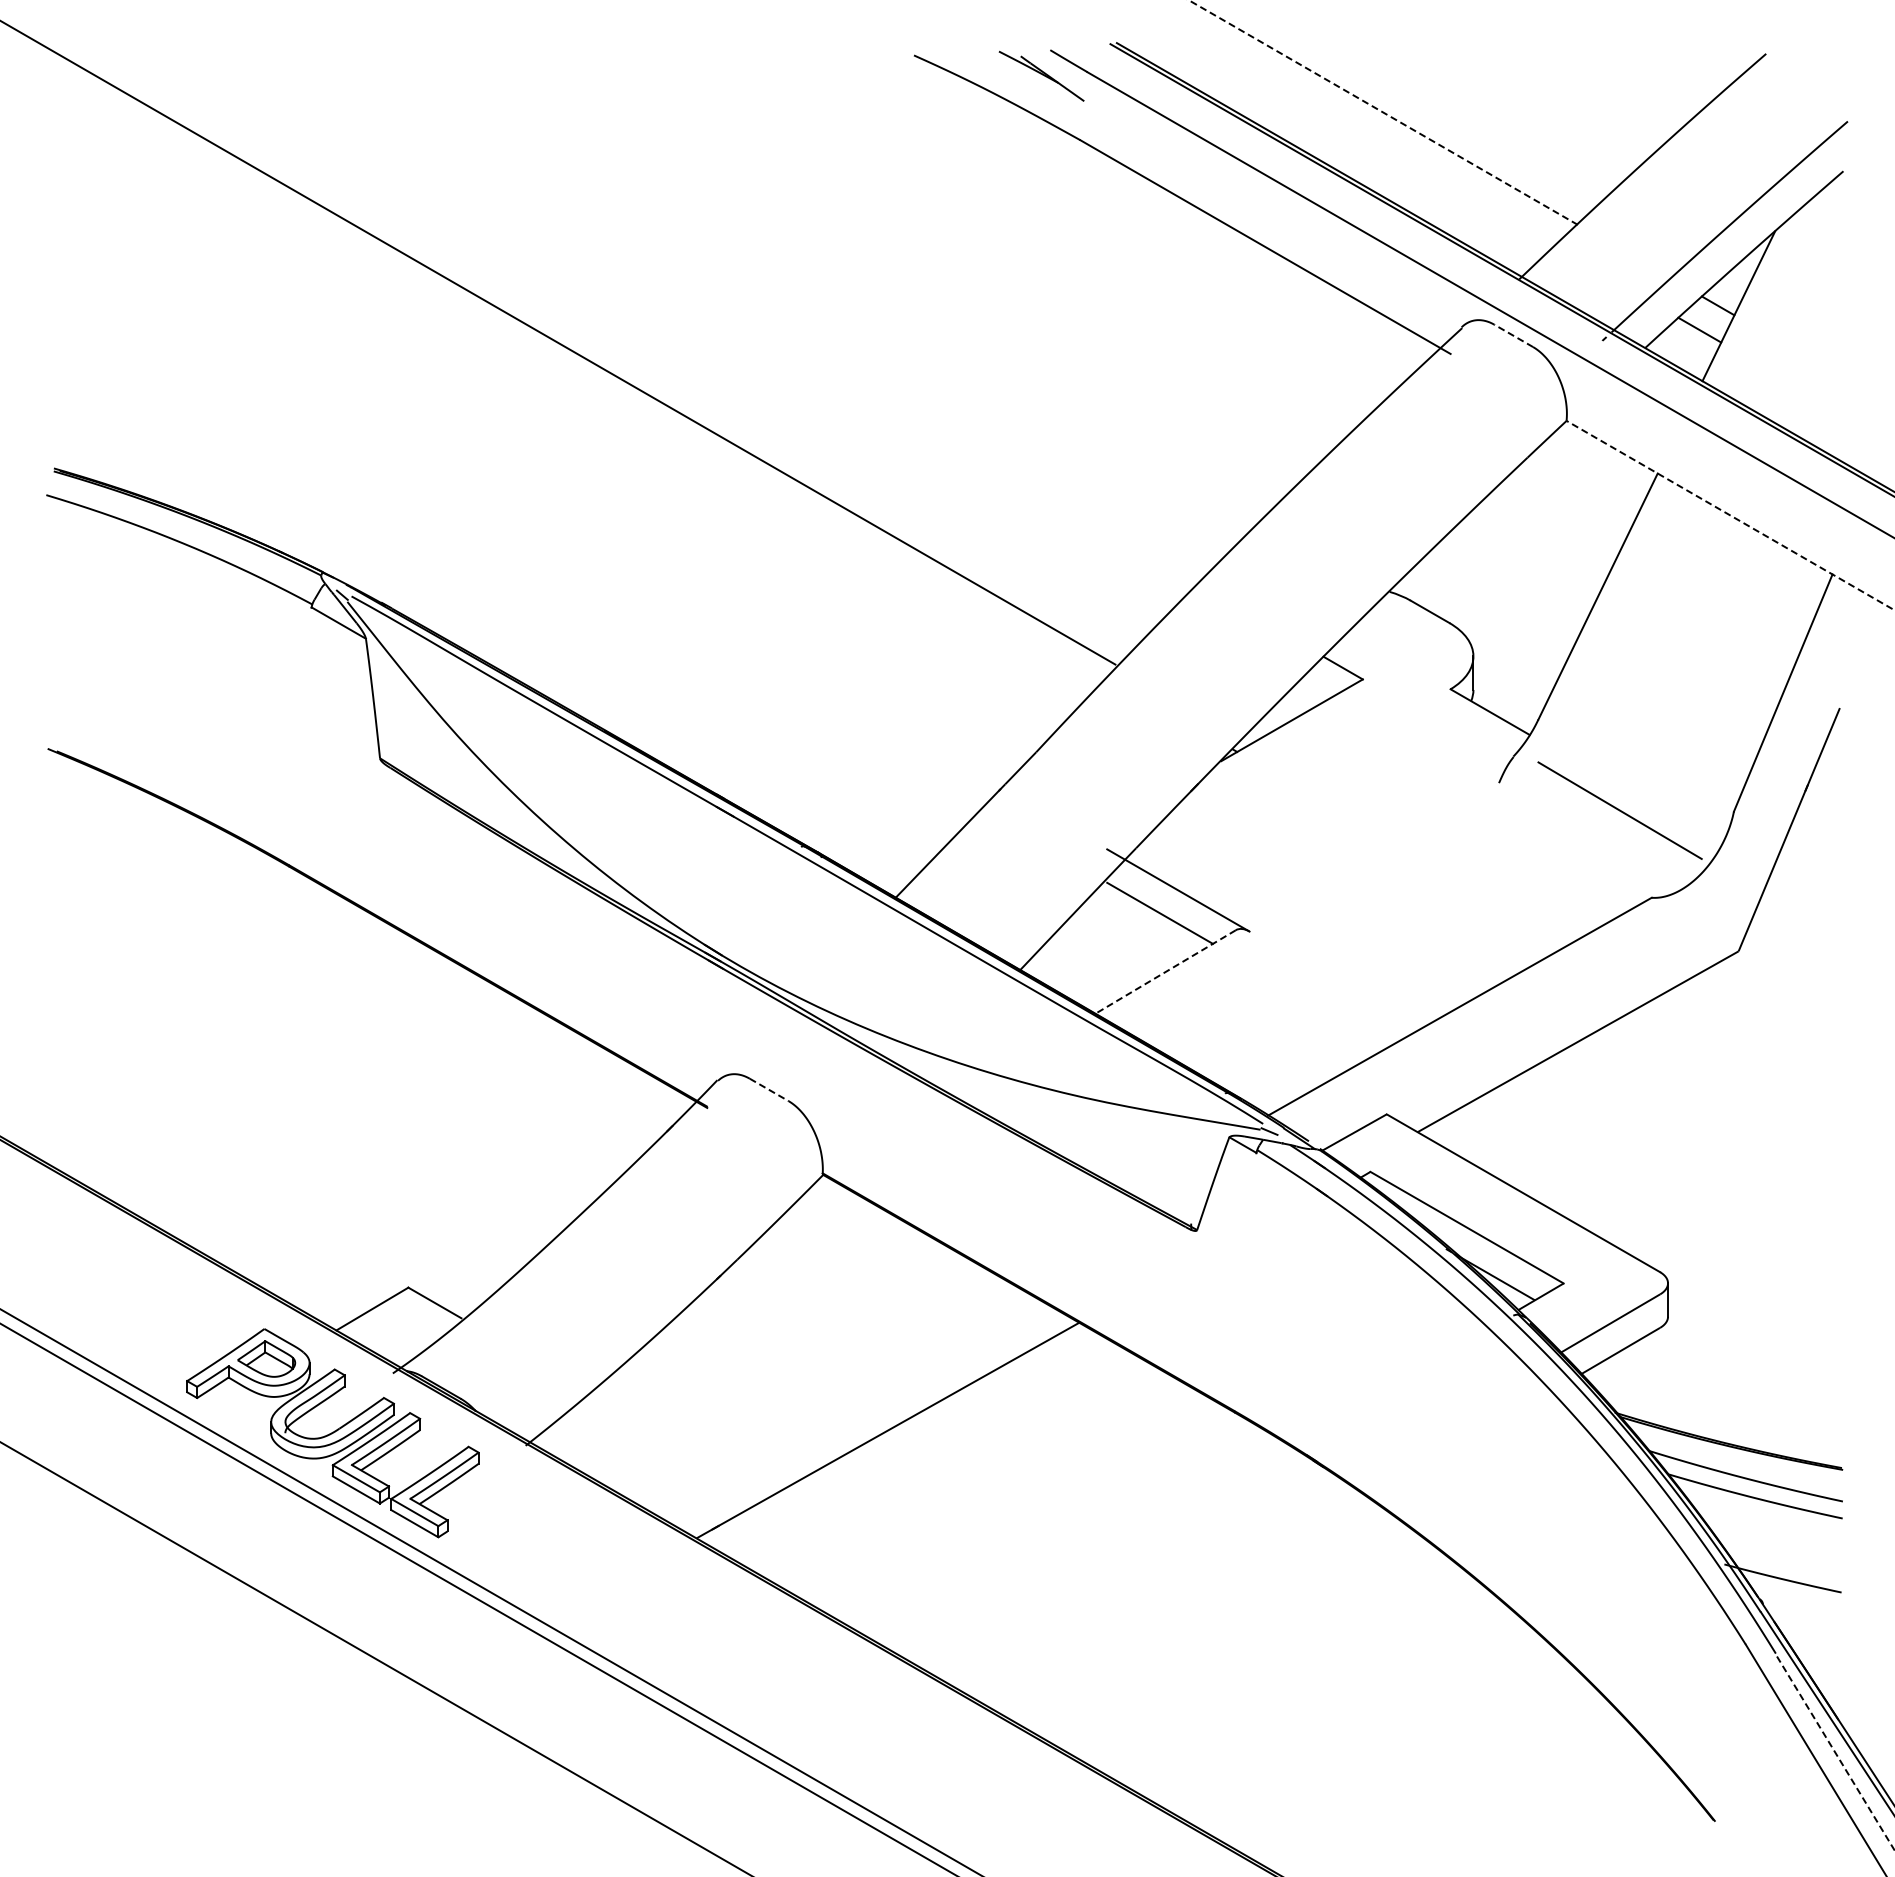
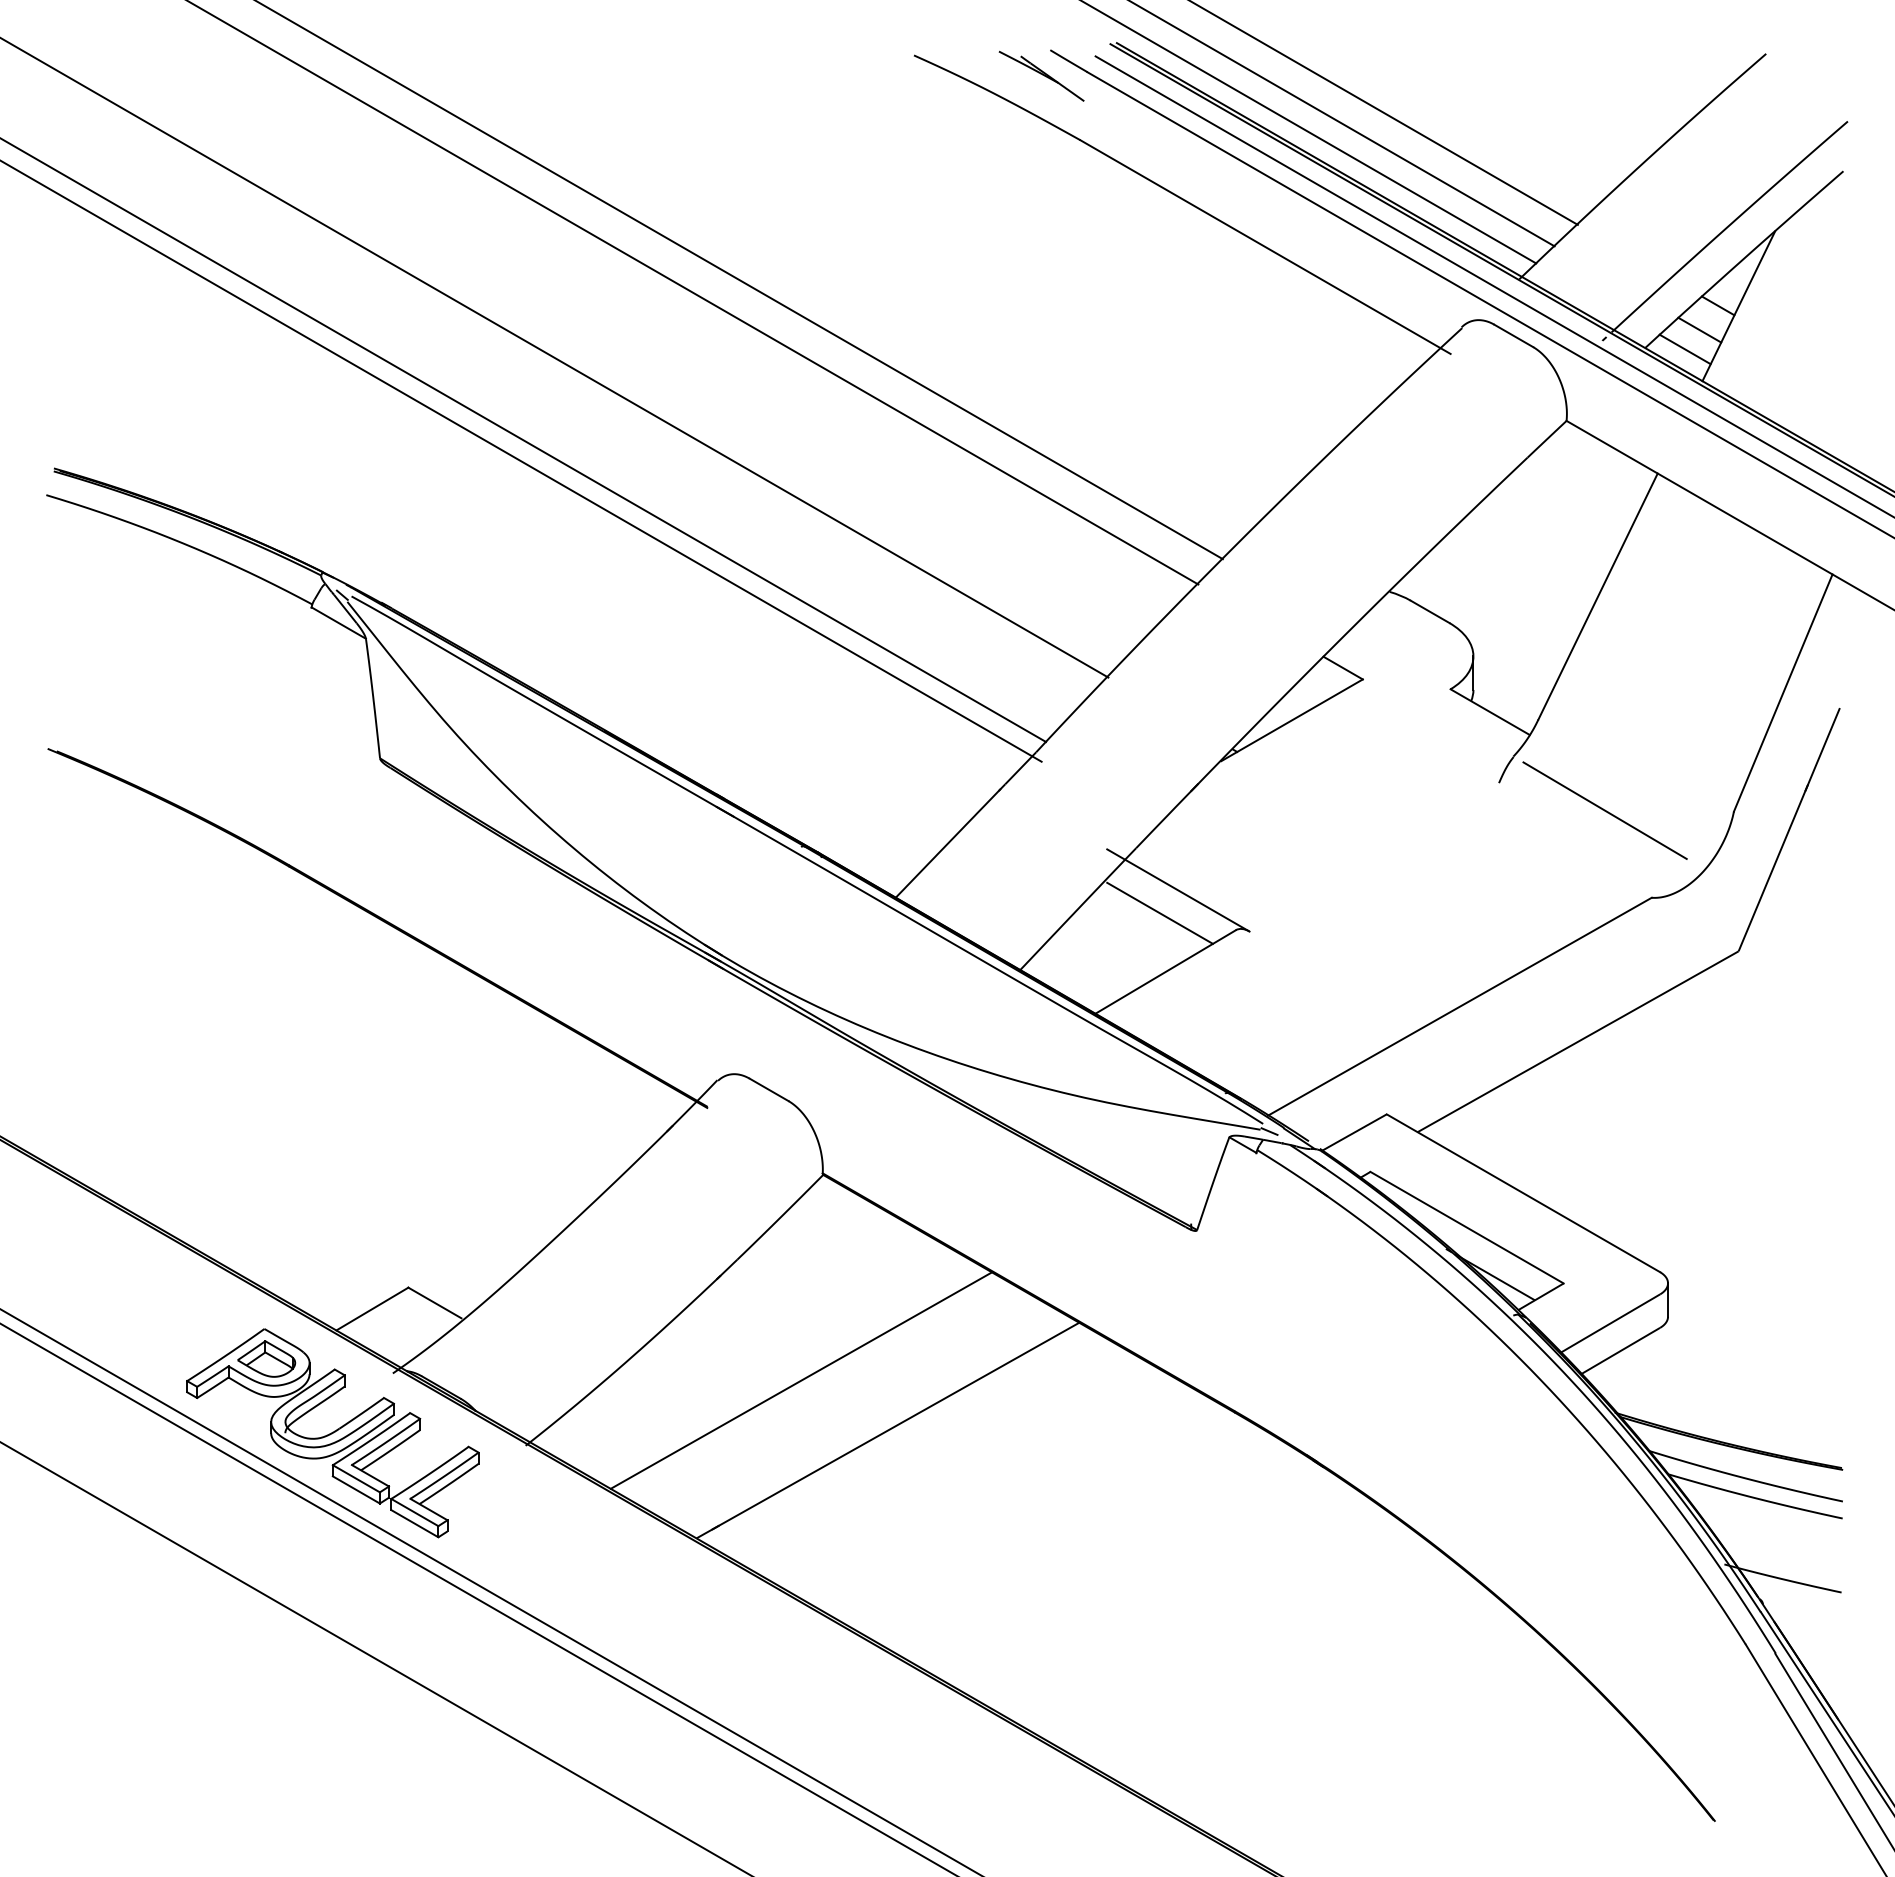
line at (1383, 112): dashed -> solid
line at (1342, 124): none -> present
line at (1309, 132): none -> present
line at (740, 280): none -> present
line at (1493, 285): none -> present
line at (694, 293): none -> present
line at (1513, 335): dashed -> solid
line at (558, 342) position: (558, 342) -> (555, 357)
line at (1684, 349): none -> present
line at (524, 440): none -> present
line at (521, 461): none -> present
line at (1730, 515): dashed -> solid
line at (1619, 810) position: (1619, 810) -> (1604, 810)
line at (1165, 972): dashed -> solid
line at (769, 1090): dashed -> solid
line at (801, 1380): none -> present
line at (1834, 1751): dashed -> solid
